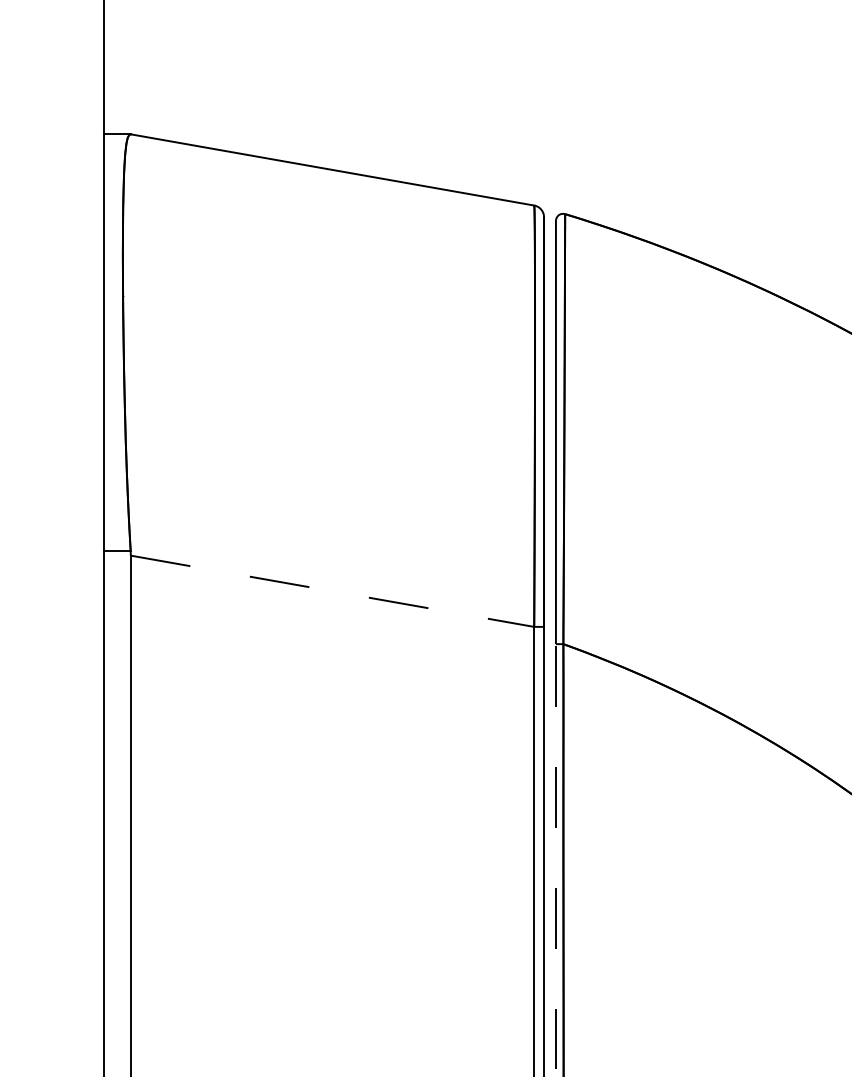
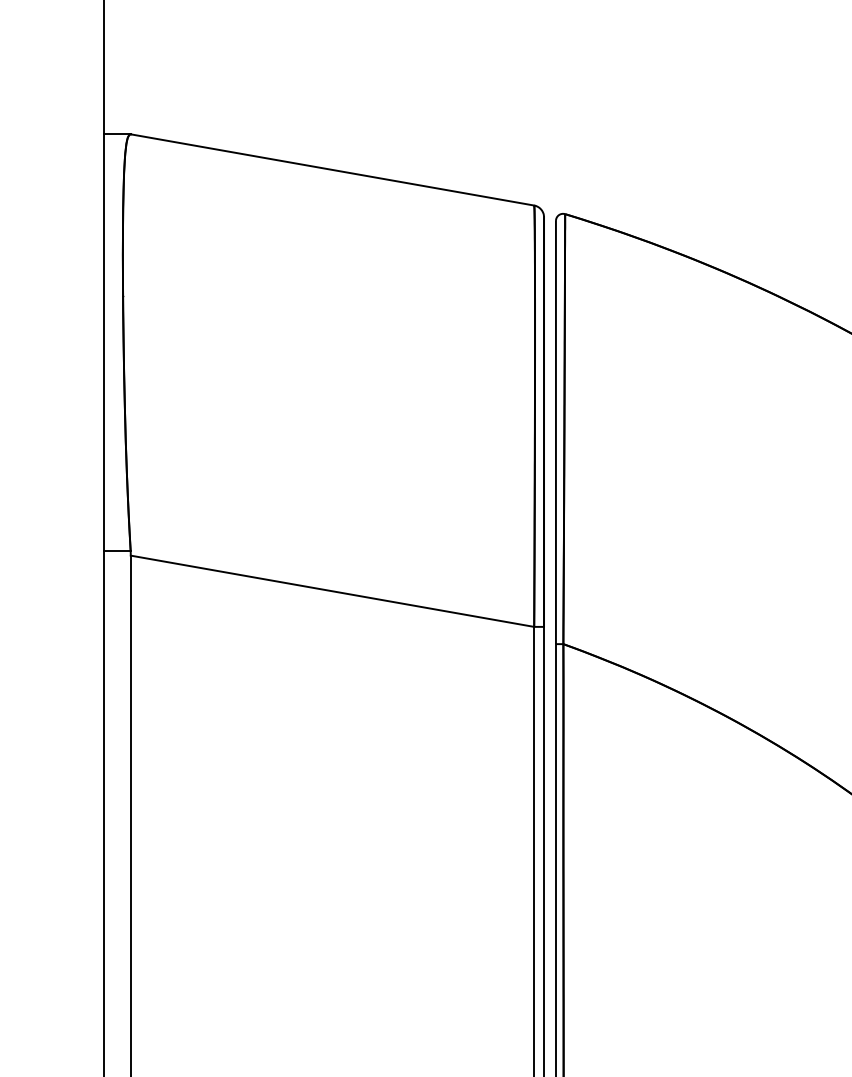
line at (332, 591): dashed -> solid
line at (555, 859): dashed -> solid
